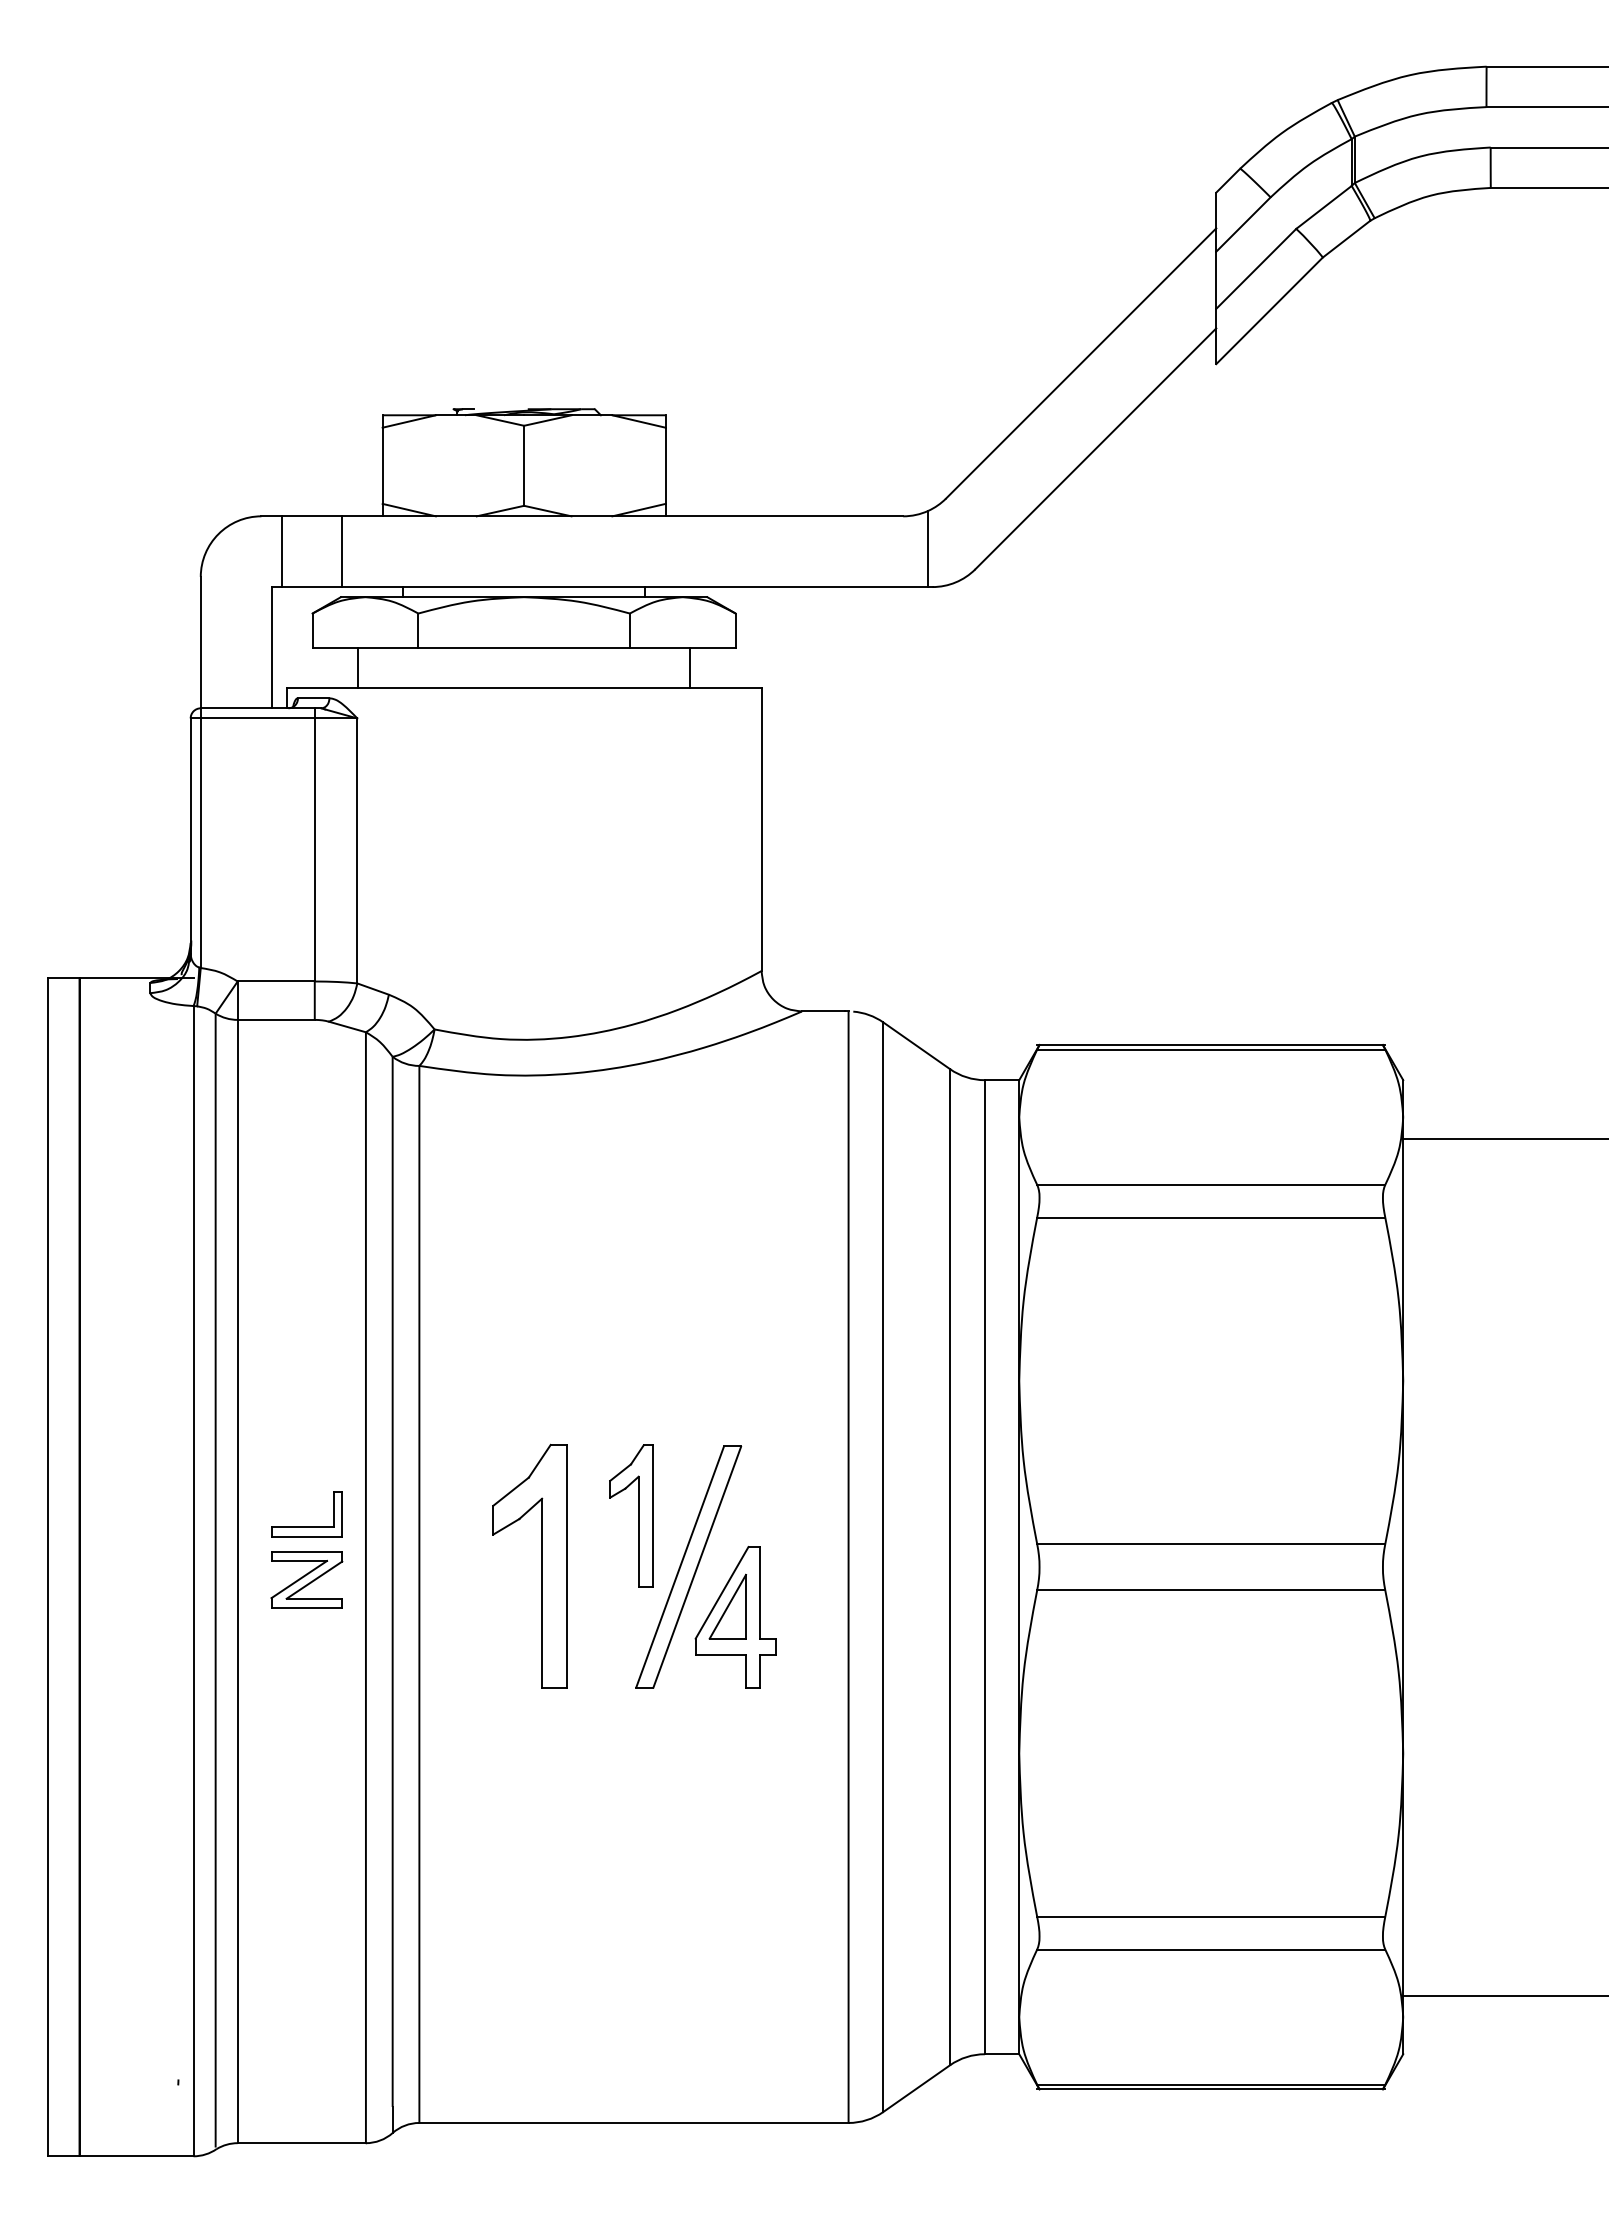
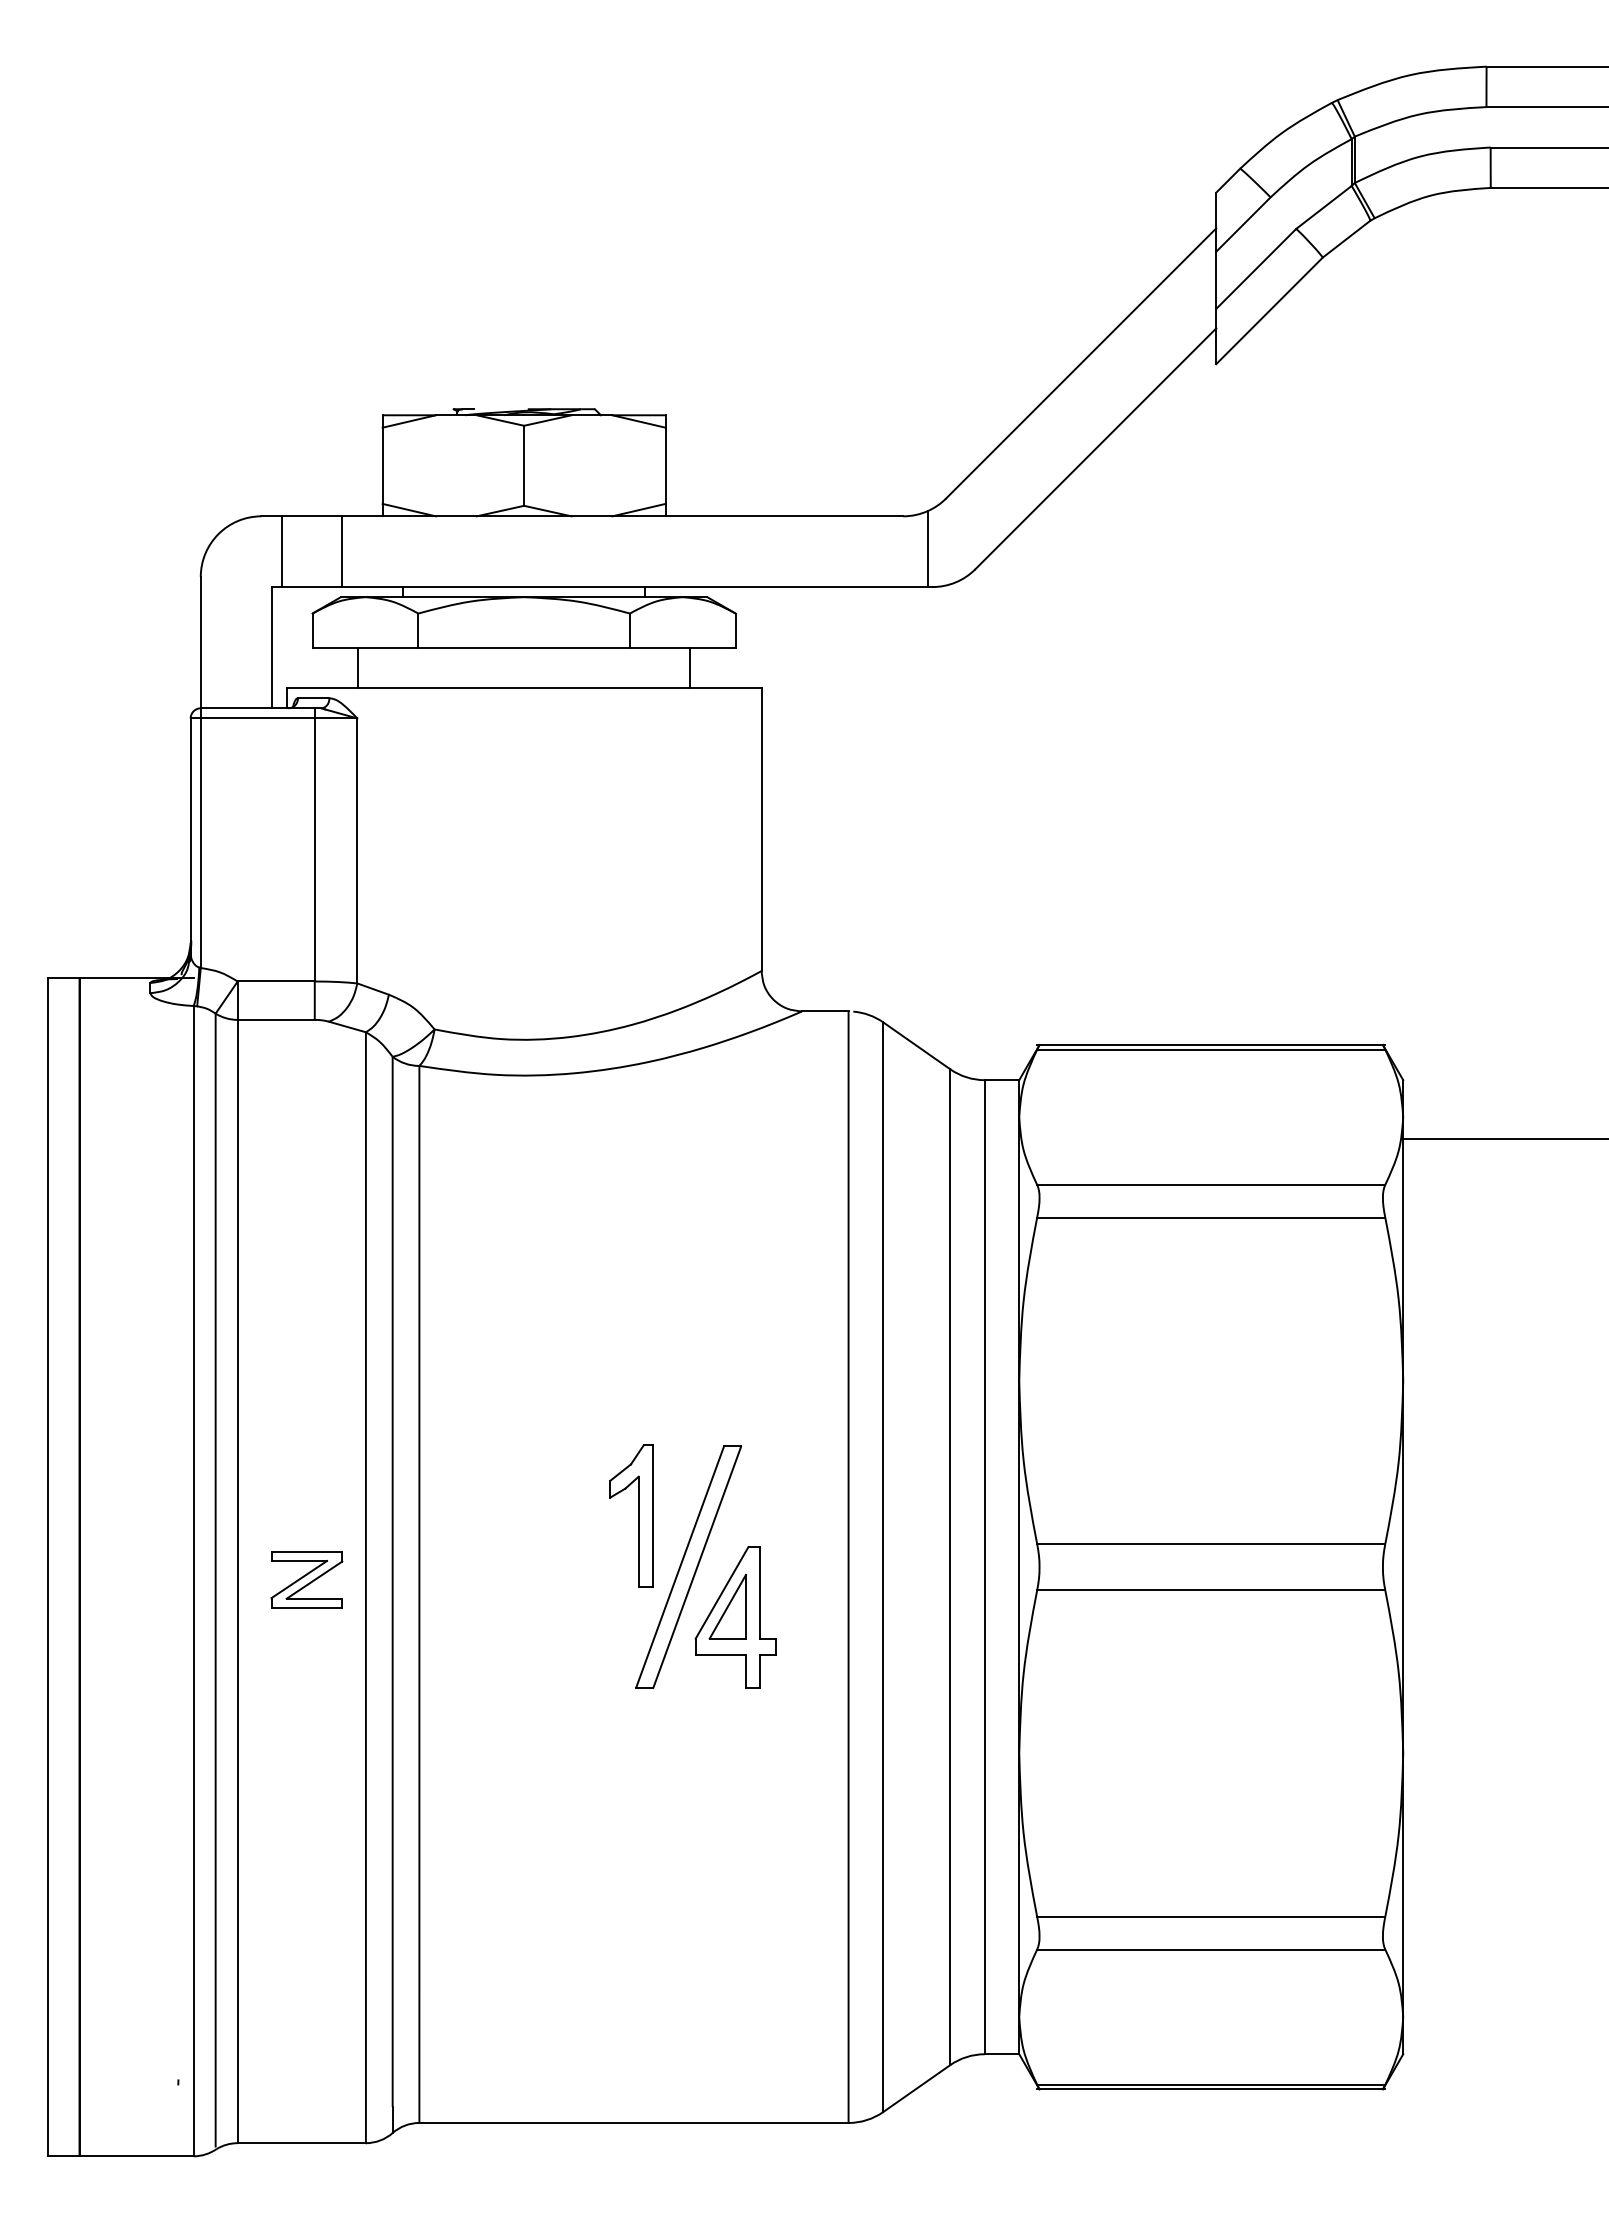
part at (306, 1526): present -> none
part at (541, 1565): present -> none
line at (1504, 1995): present -> none
